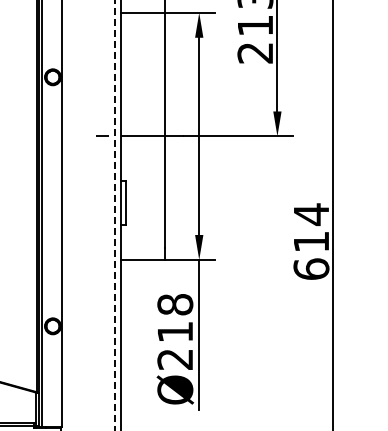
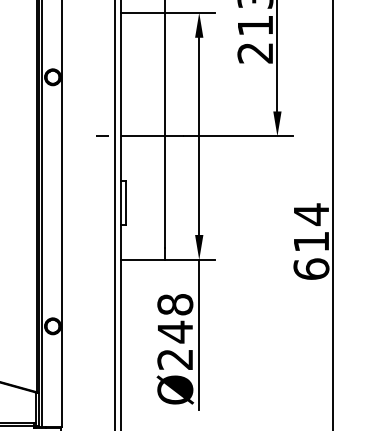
line at (114, 215): dashed -> solid
text at (175, 331): Ø218 -> Ø248
